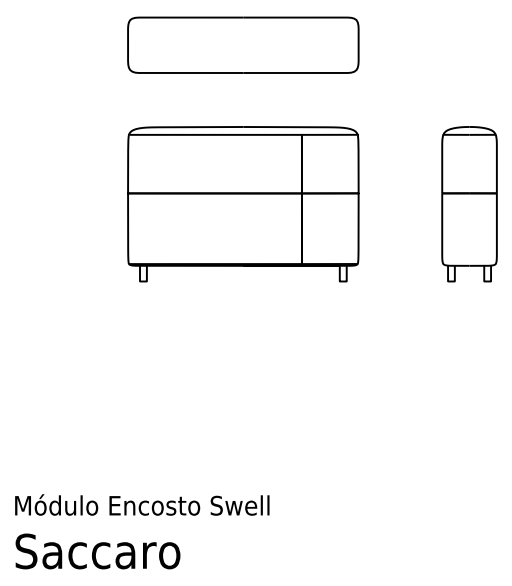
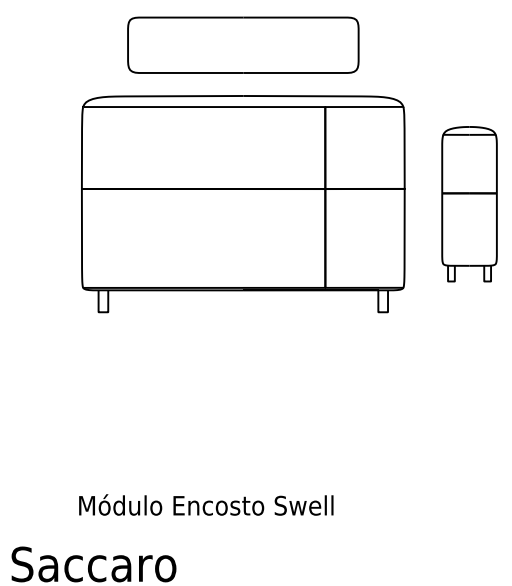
part at (243, 204) size: 233x157 px -> 325x219 px
text at (142, 504) position: (142, 504) -> (206, 504)
text at (97, 551) position: (97, 551) -> (93, 564)
